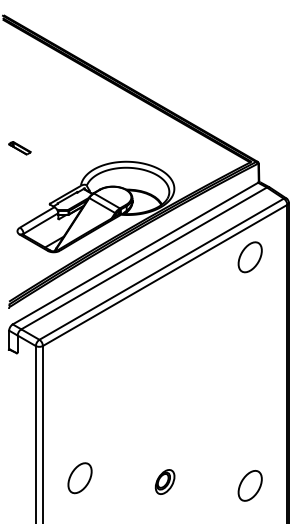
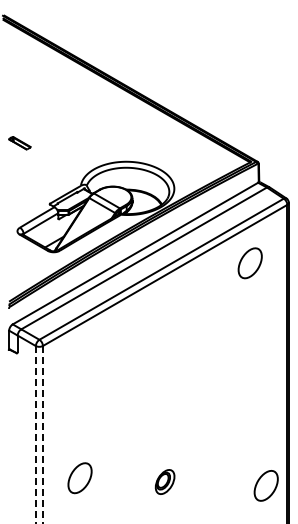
part at (19, 148) position: (19, 148) -> (19, 143)
part at (249, 257) position: (249, 257) -> (249, 263)
line at (35, 434): solid -> dashed
line at (42, 434): solid -> dashed
part at (249, 485) position: (249, 485) -> (265, 485)
